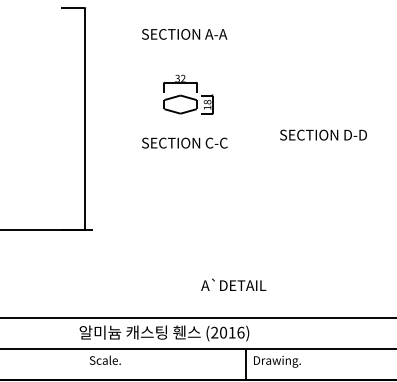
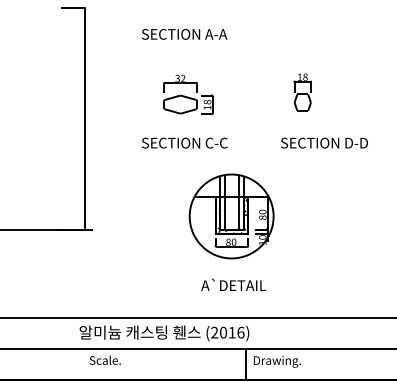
part at (302, 92): none -> present
text at (323, 134) position: (323, 134) -> (324, 142)
part at (231, 216): none -> present
